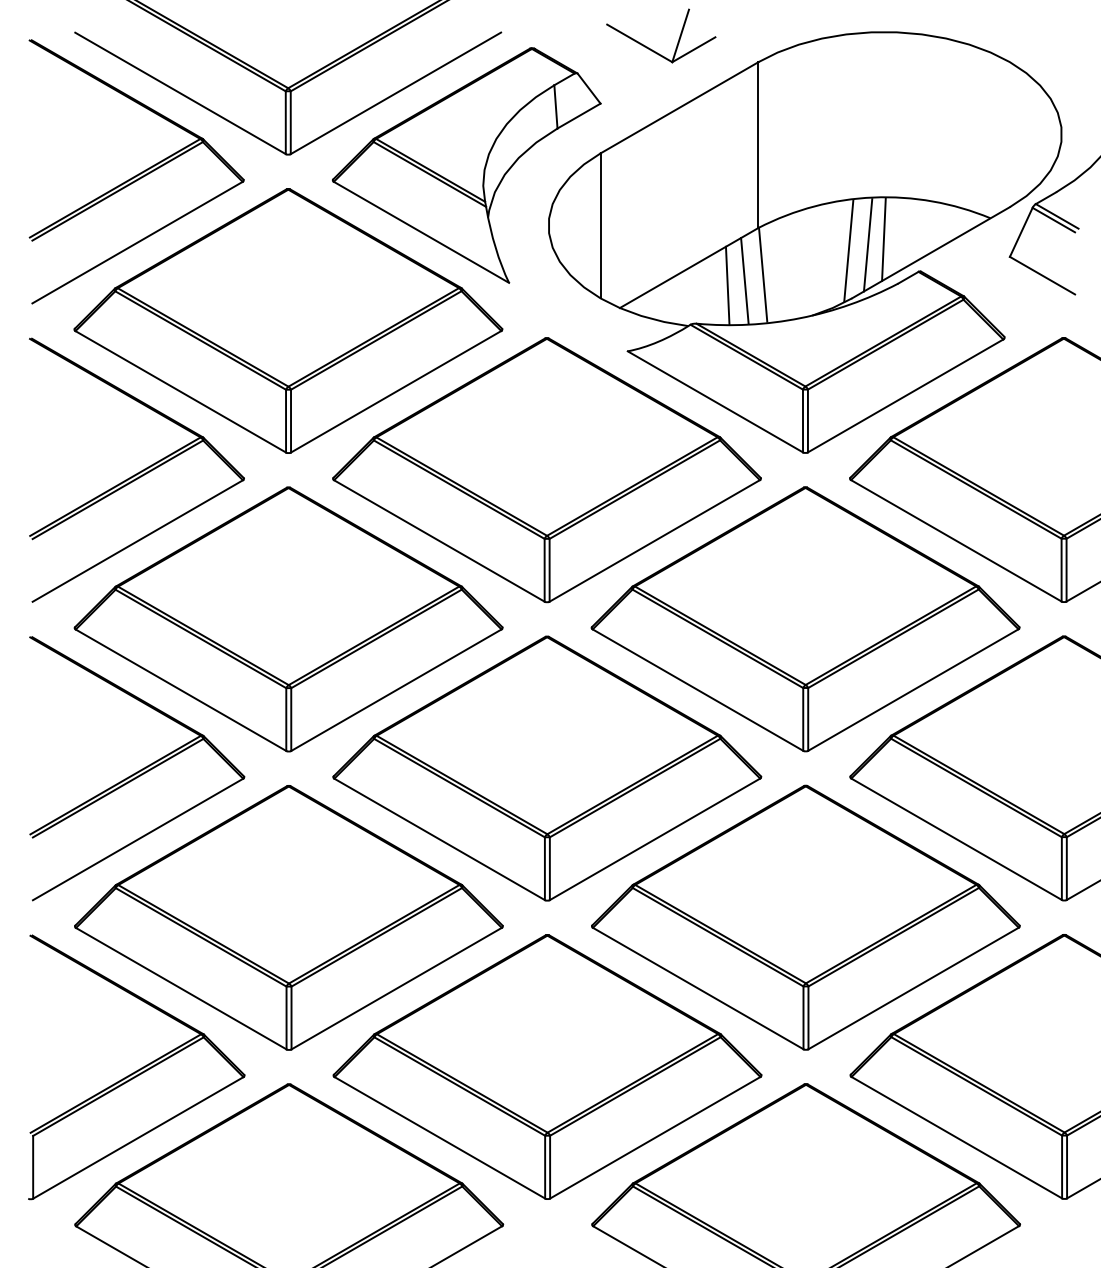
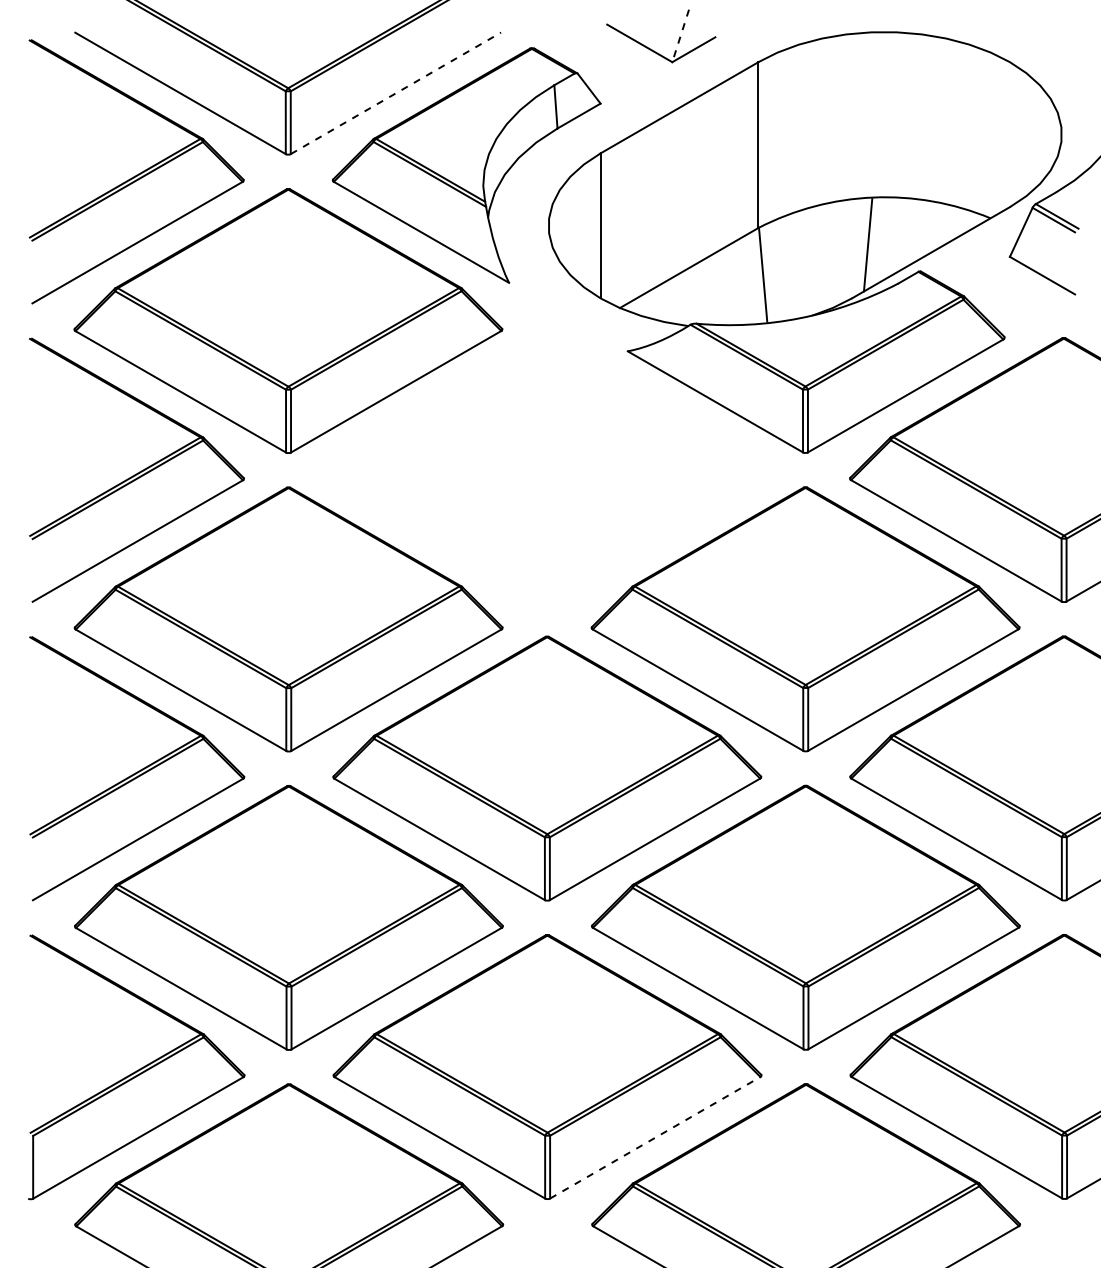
line at (680, 35): solid -> dashed
line at (396, 93): solid -> dashed
line at (883, 239): present -> none
line at (848, 250): present -> none
line at (744, 280): present -> none
line at (727, 285): present -> none
part at (546, 470): present -> none
line at (655, 1137): solid -> dashed
